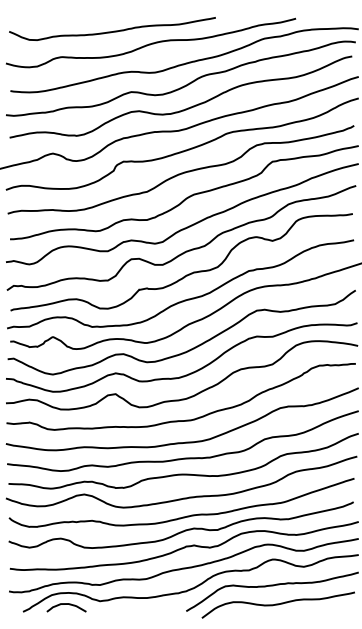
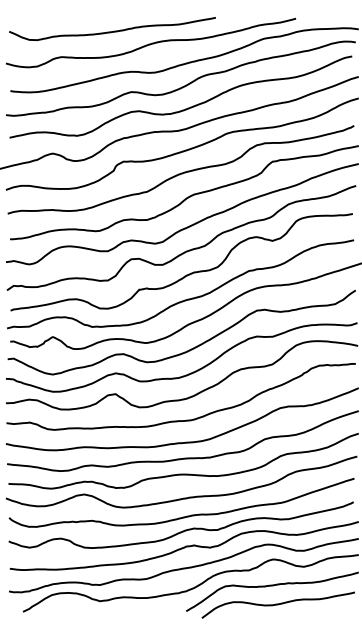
curve at (66, 604): present -> none
